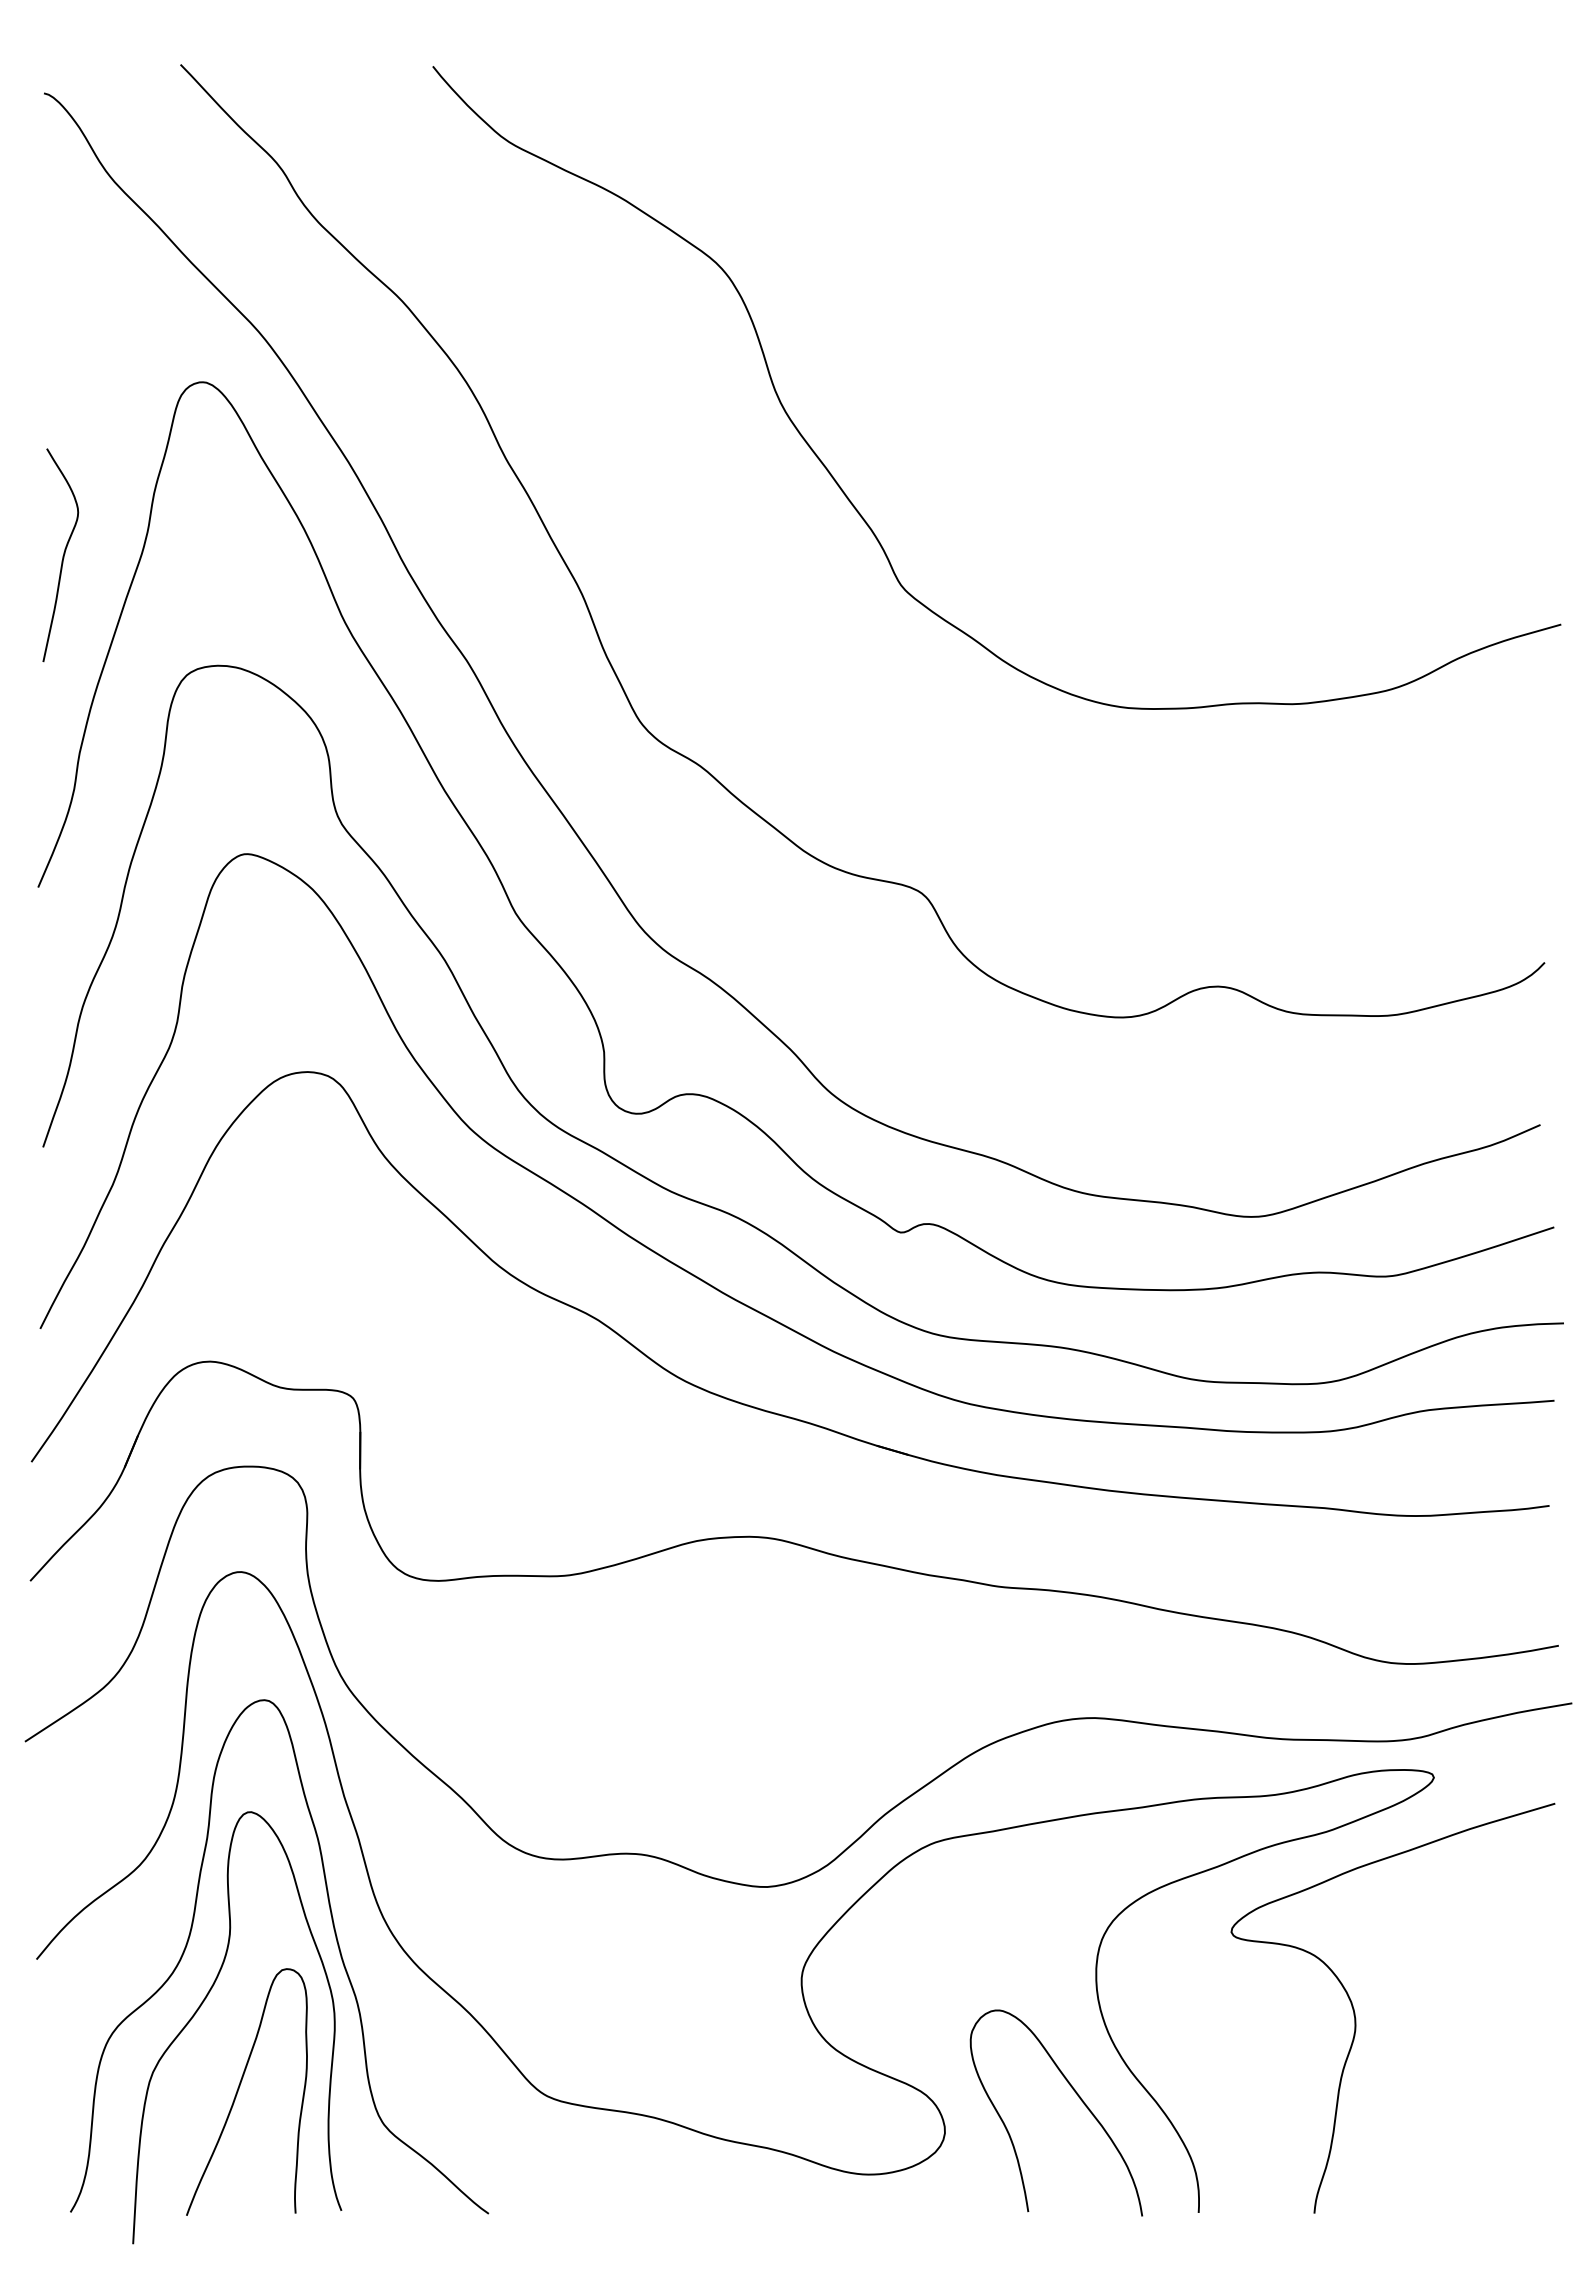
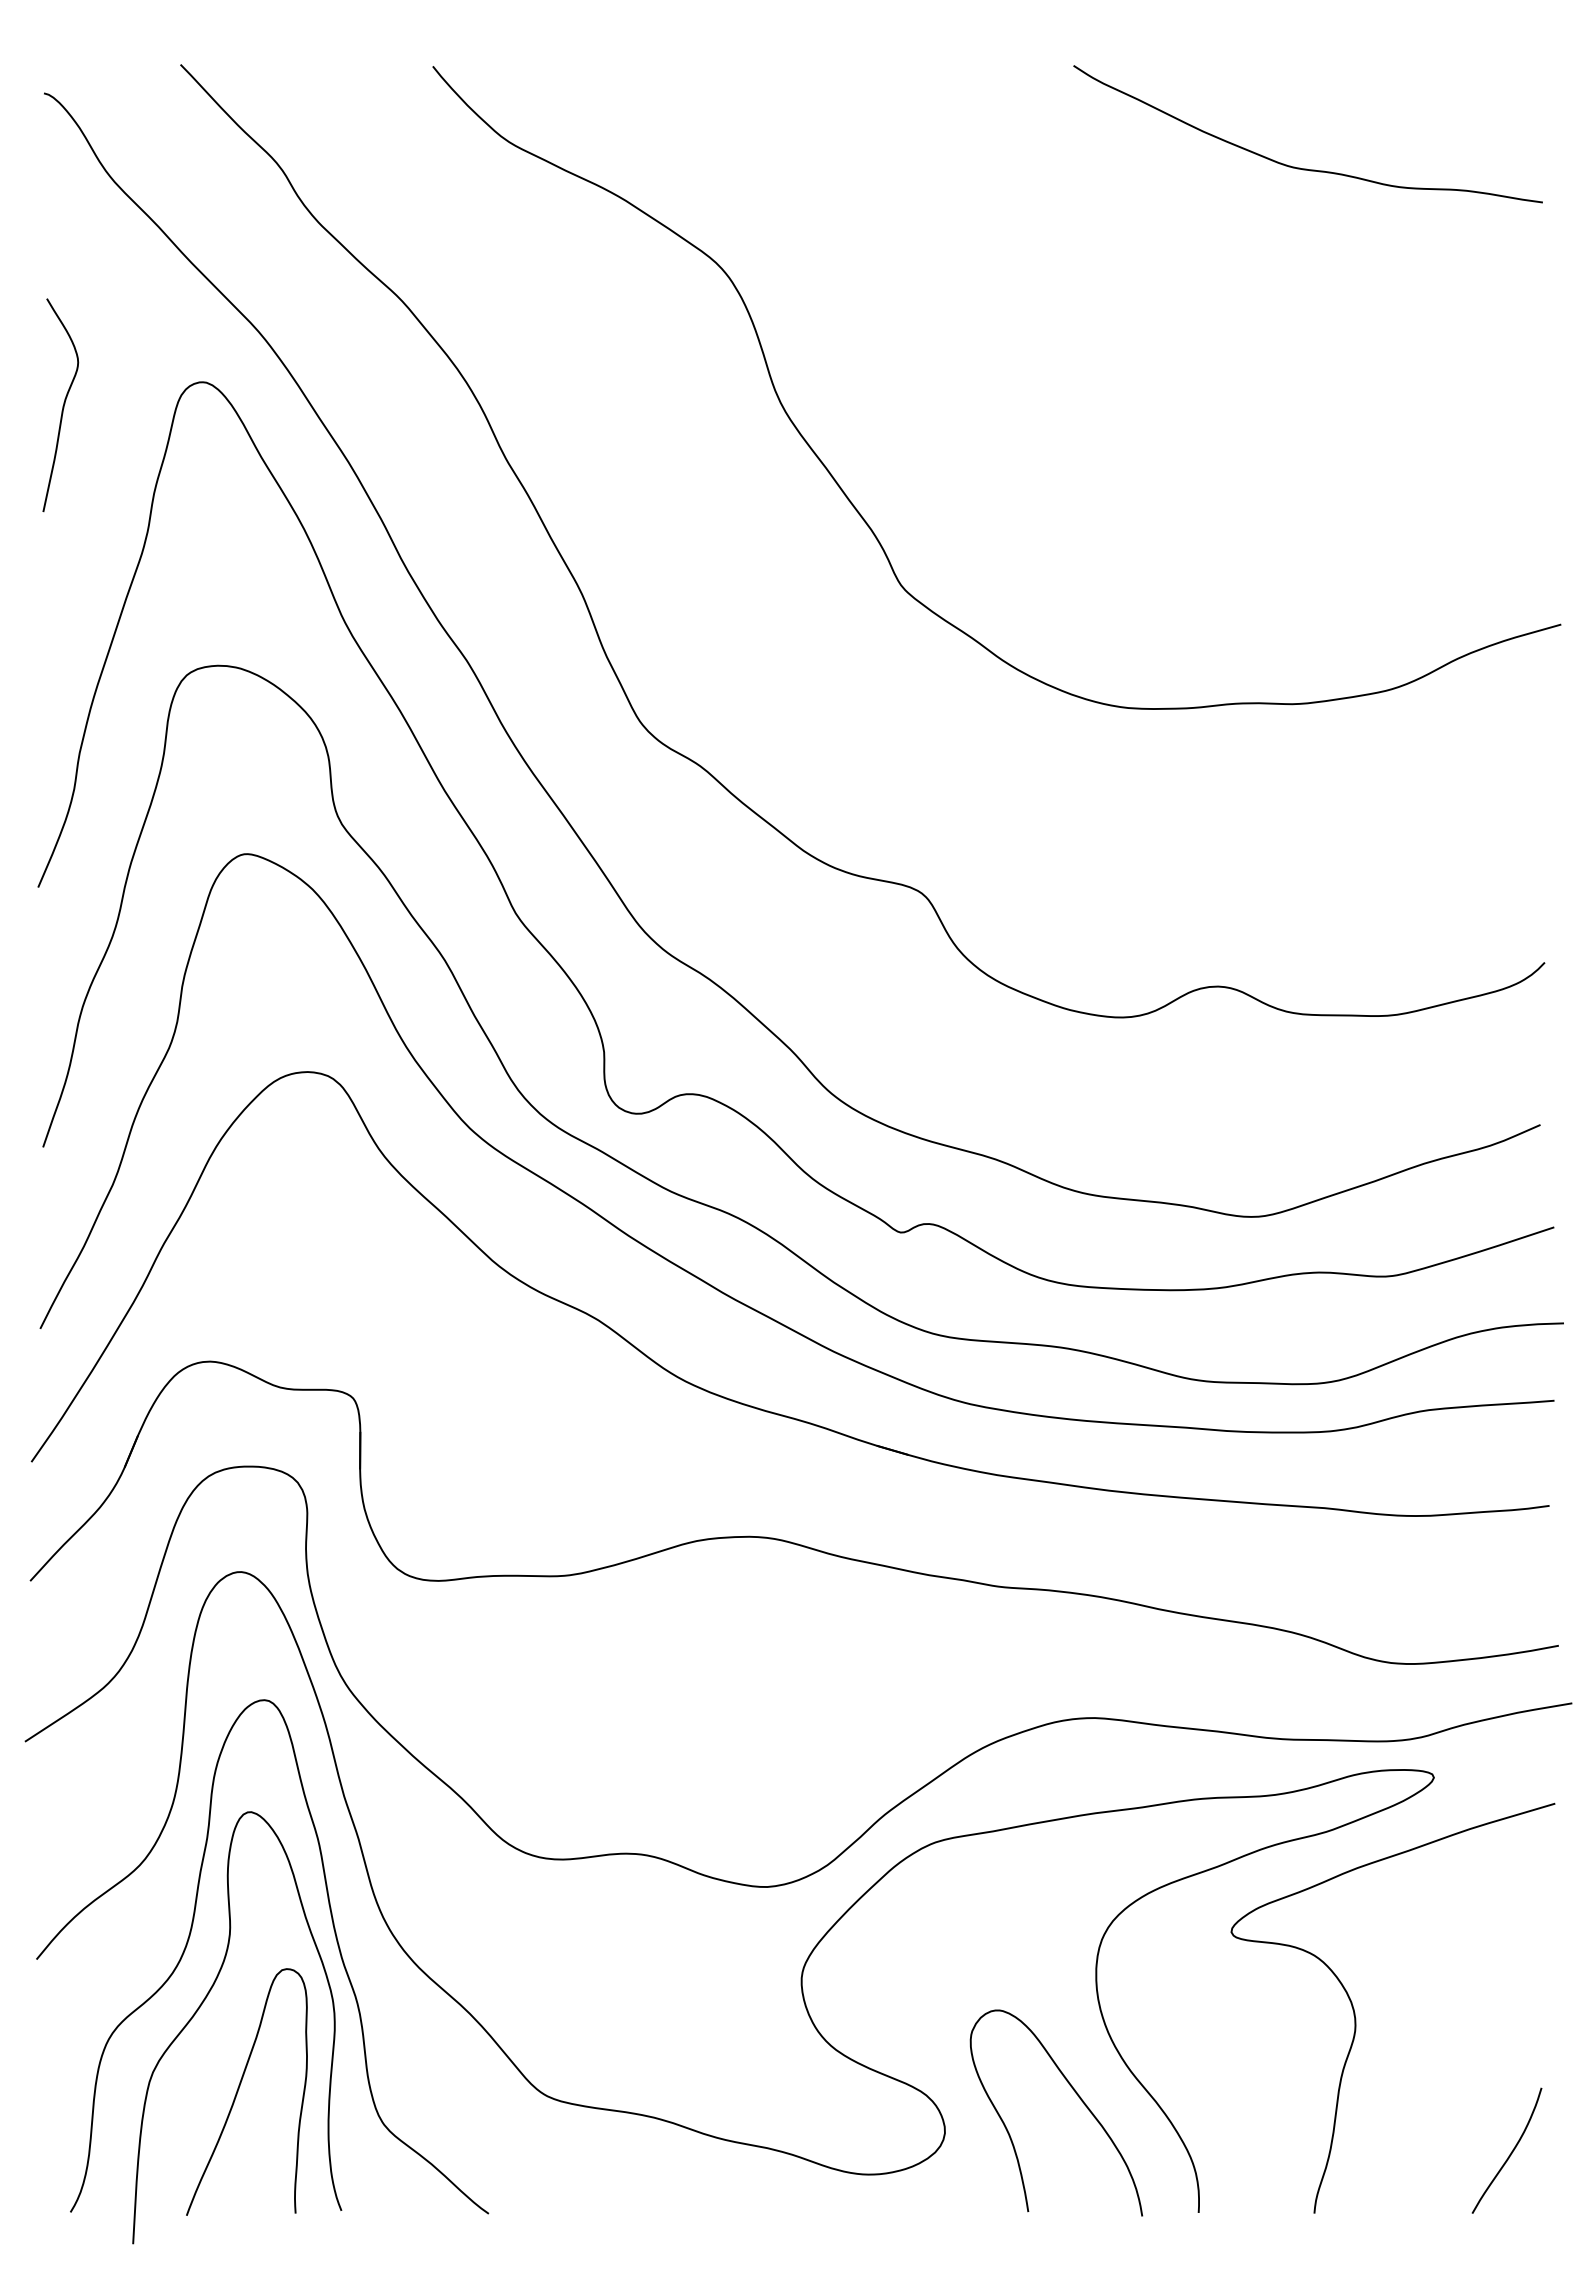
curve at (1300, 167): none -> present
curve at (62, 556) position: (62, 556) -> (62, 406)
curve at (1510, 2152): none -> present
